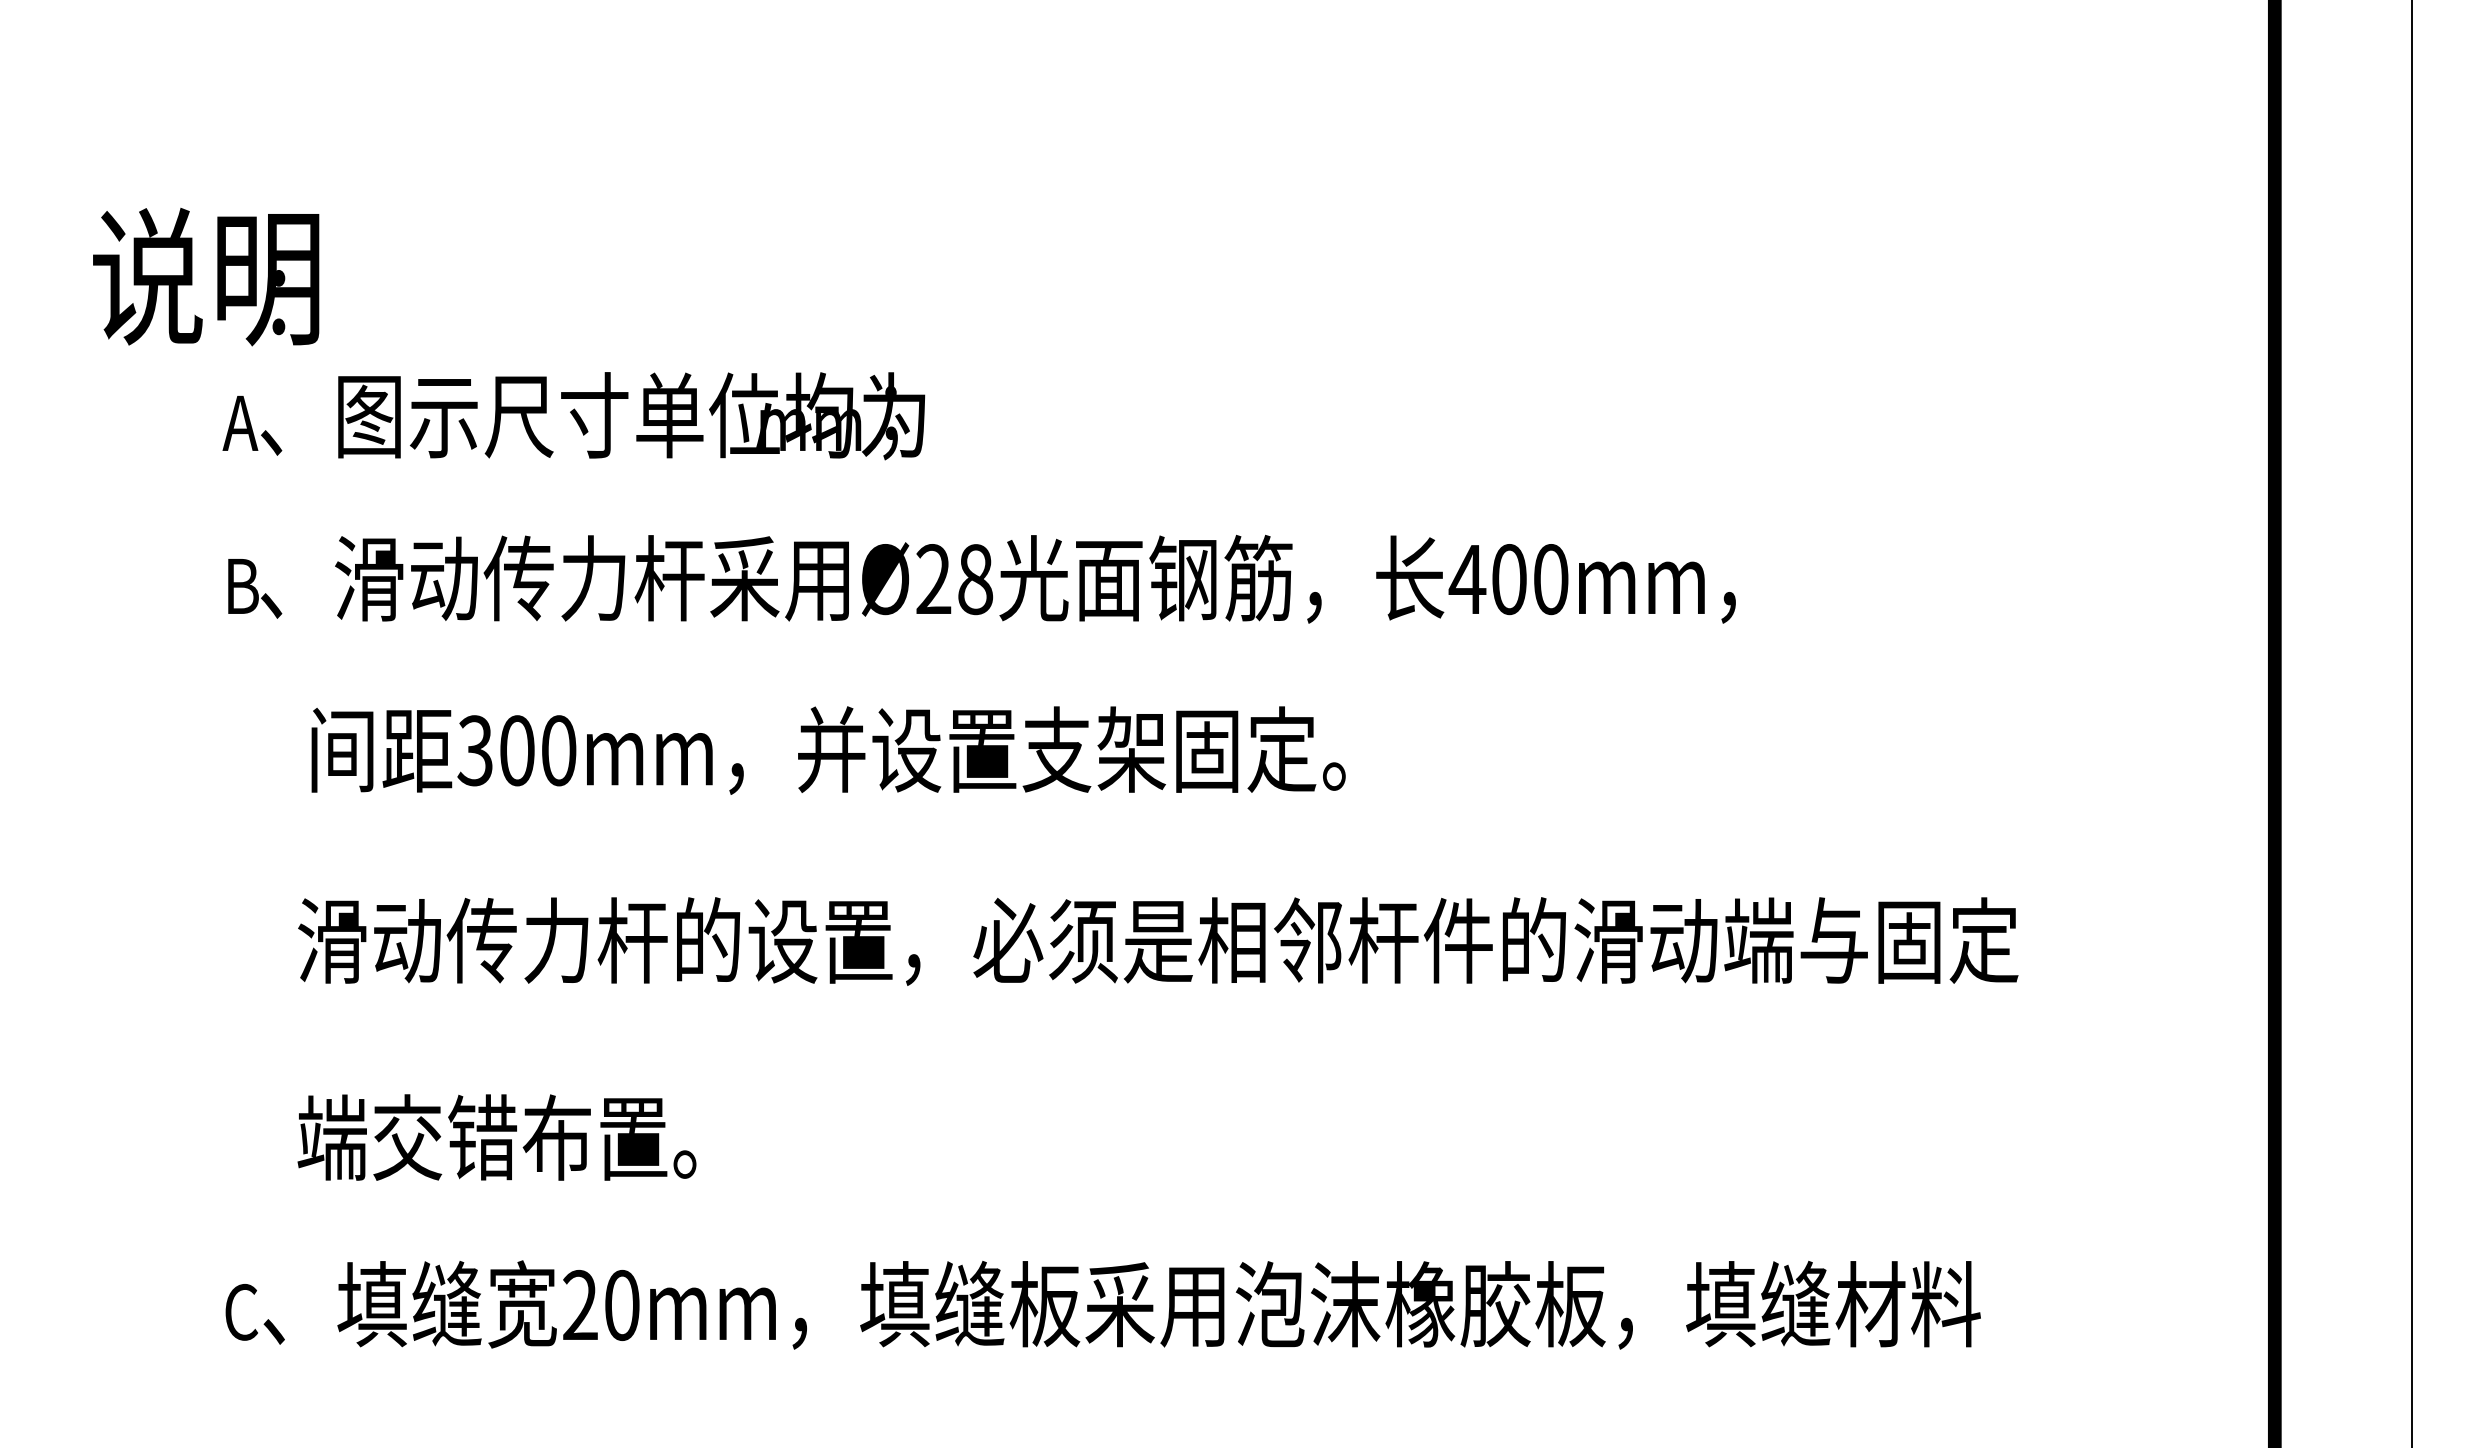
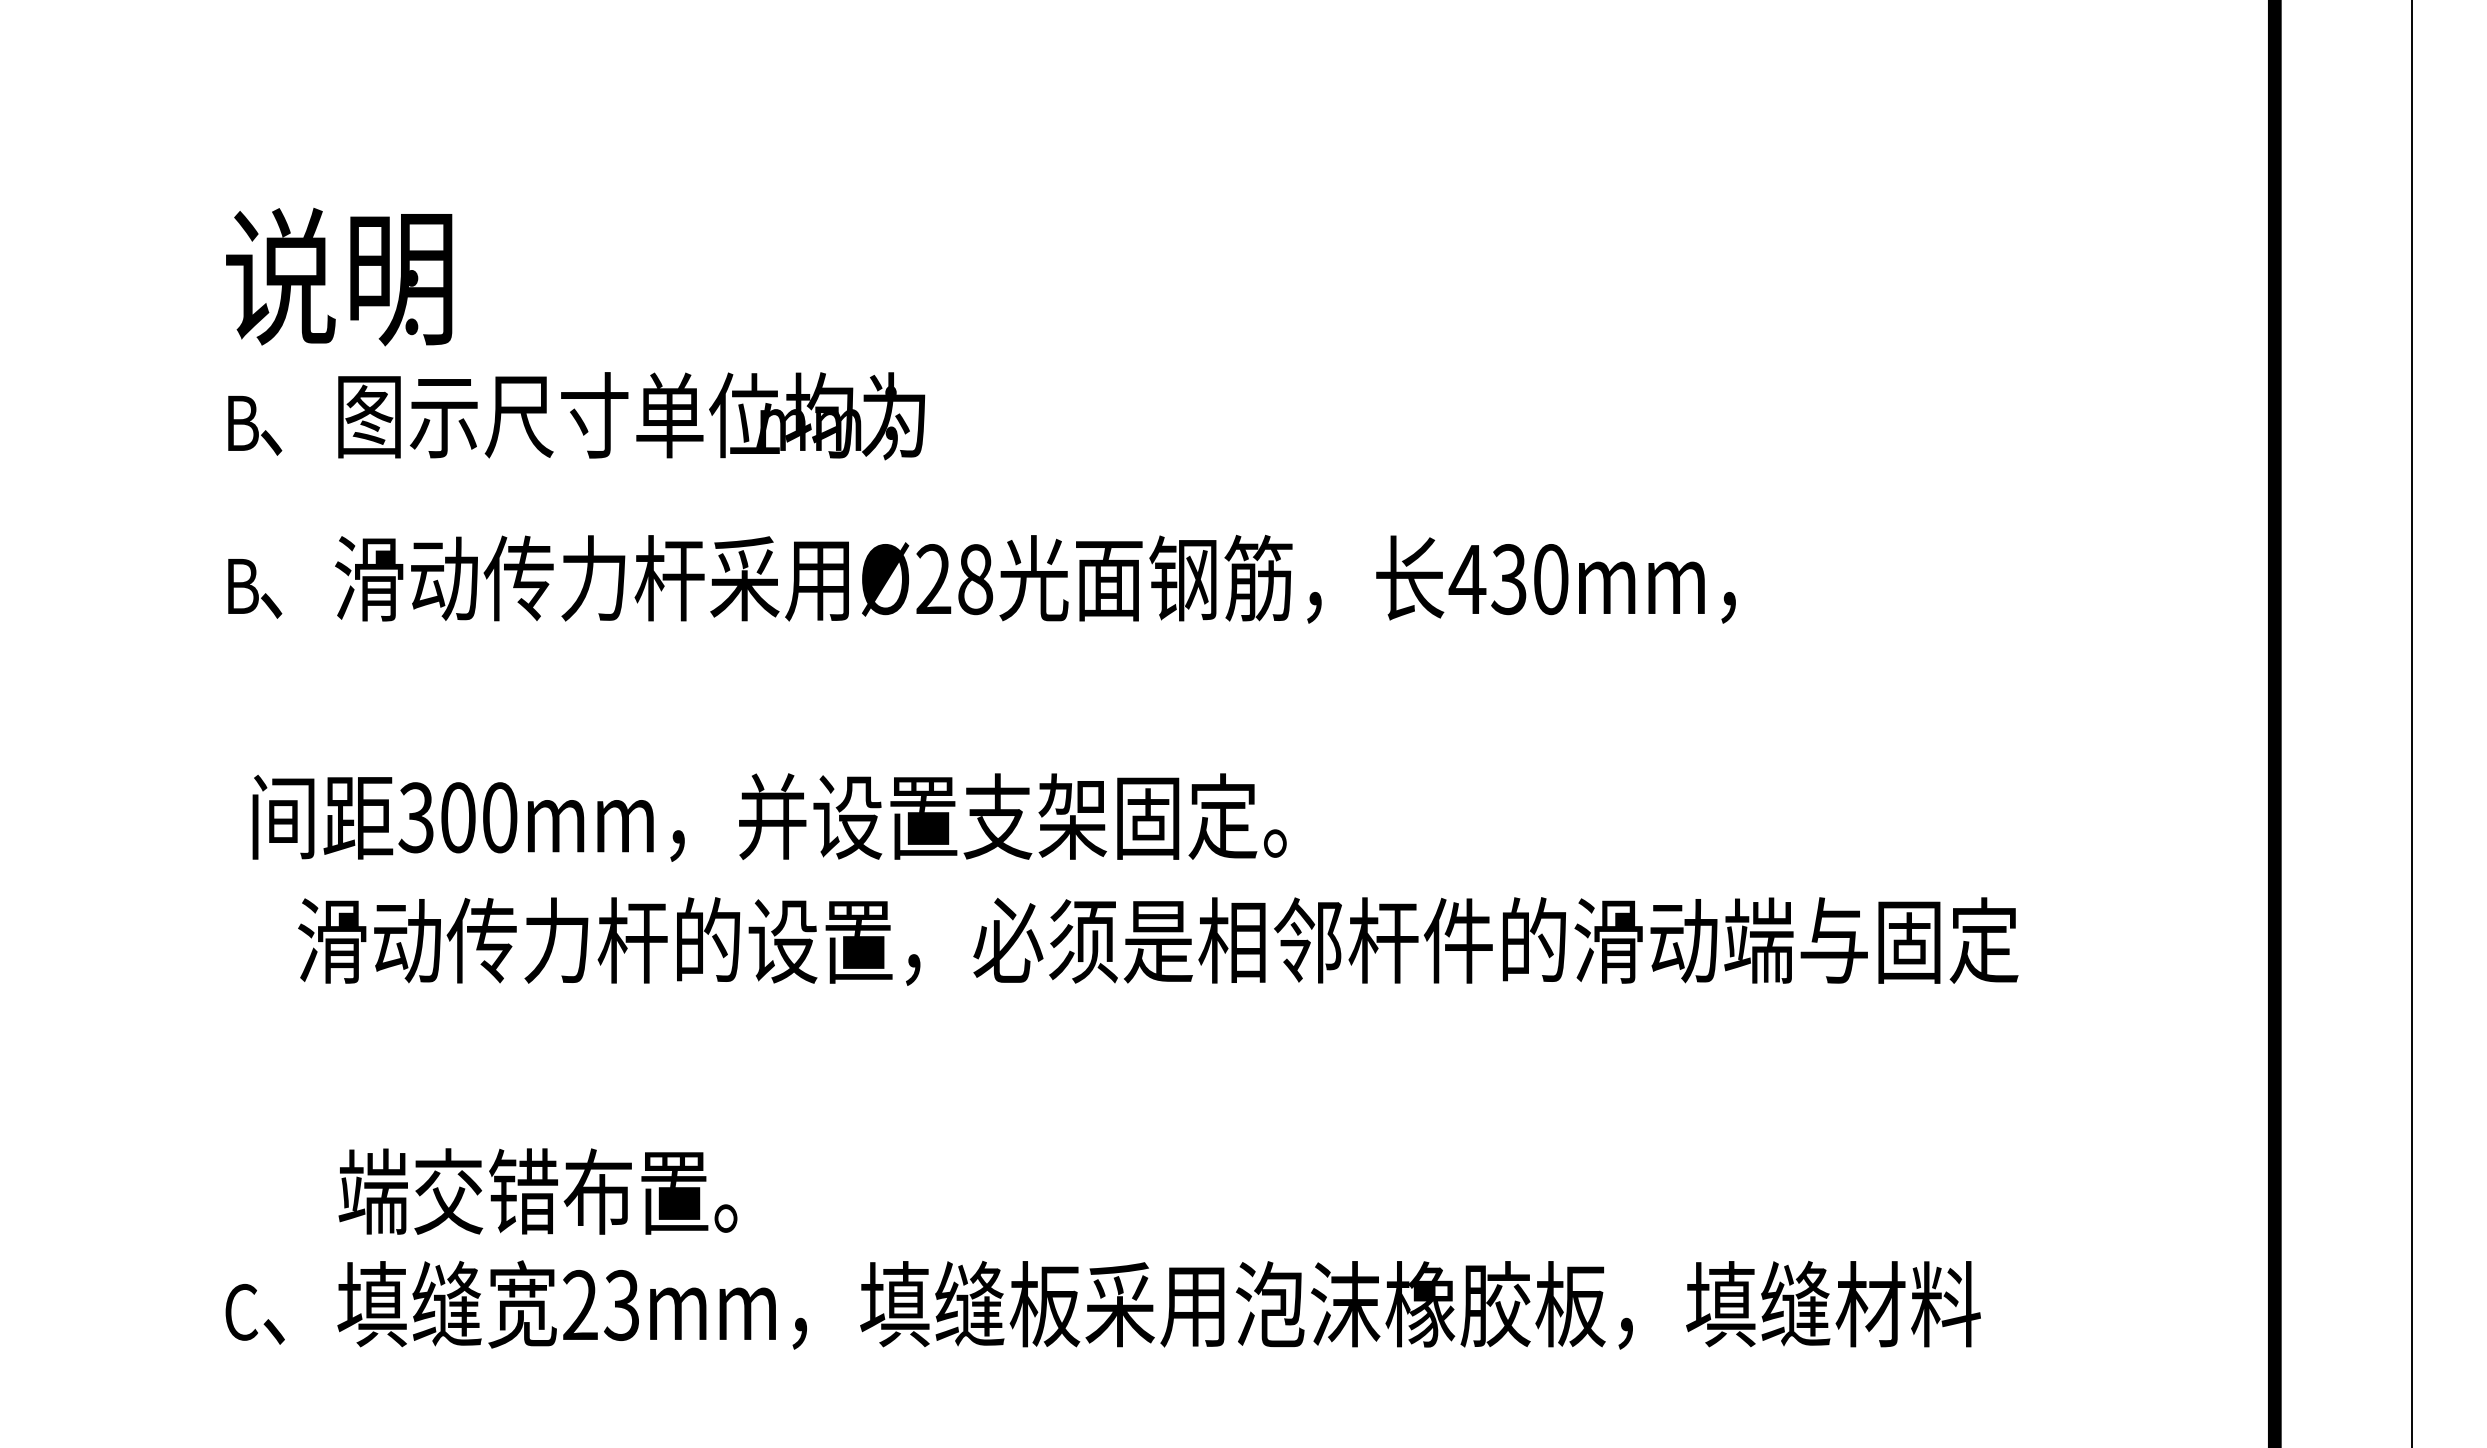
text at (206, 276) position: (206, 276) -> (339, 276)
text at (240, 422): A -> B
text at (1508, 579): 400mm -> 430mm
text at (828, 750) position: (828, 750) -> (769, 817)
text at (496, 1137) position: (496, 1137) -> (537, 1191)
text at (621, 1305): 20mm -> 23mm
